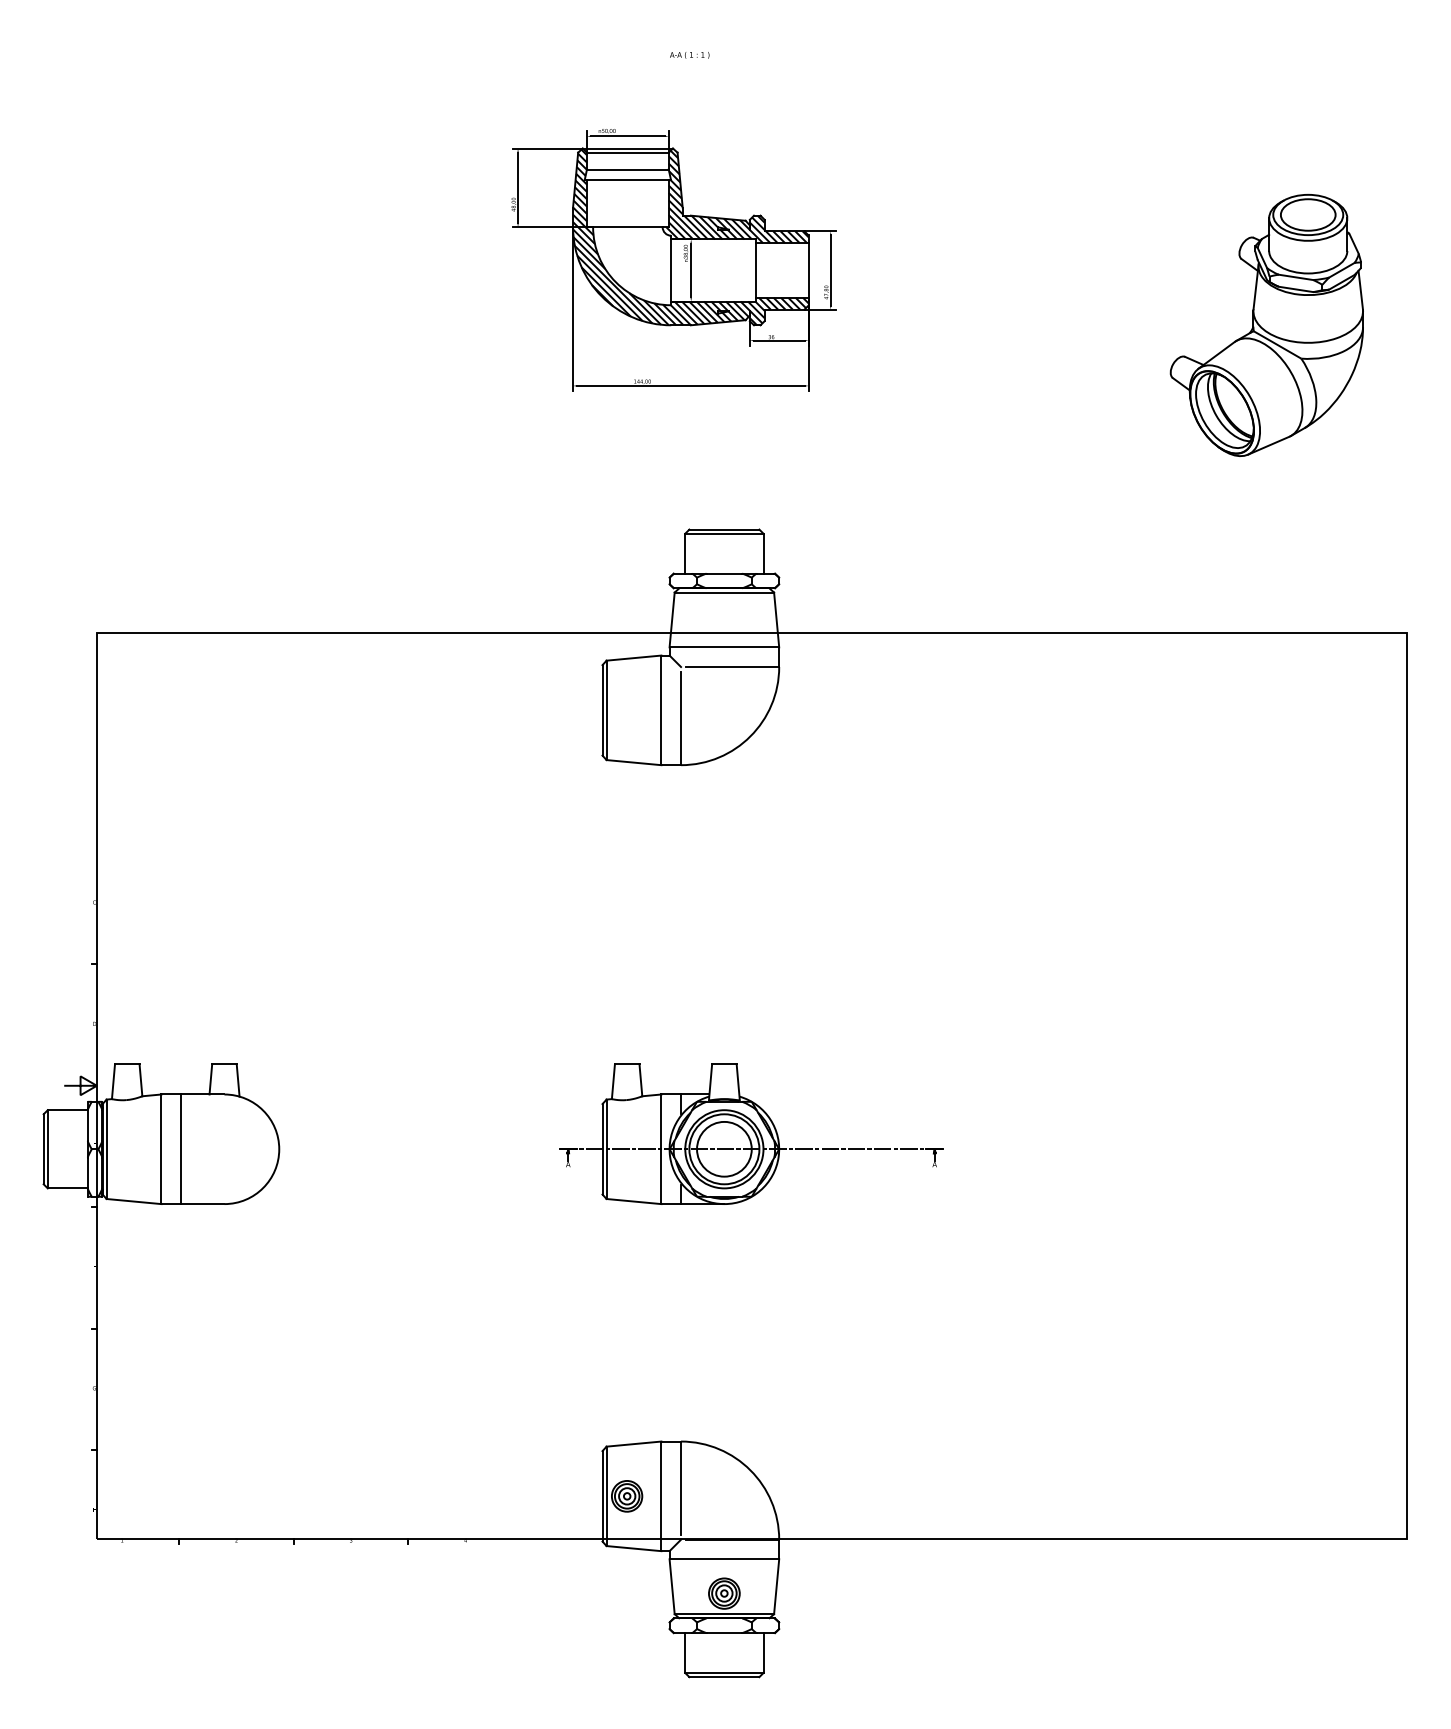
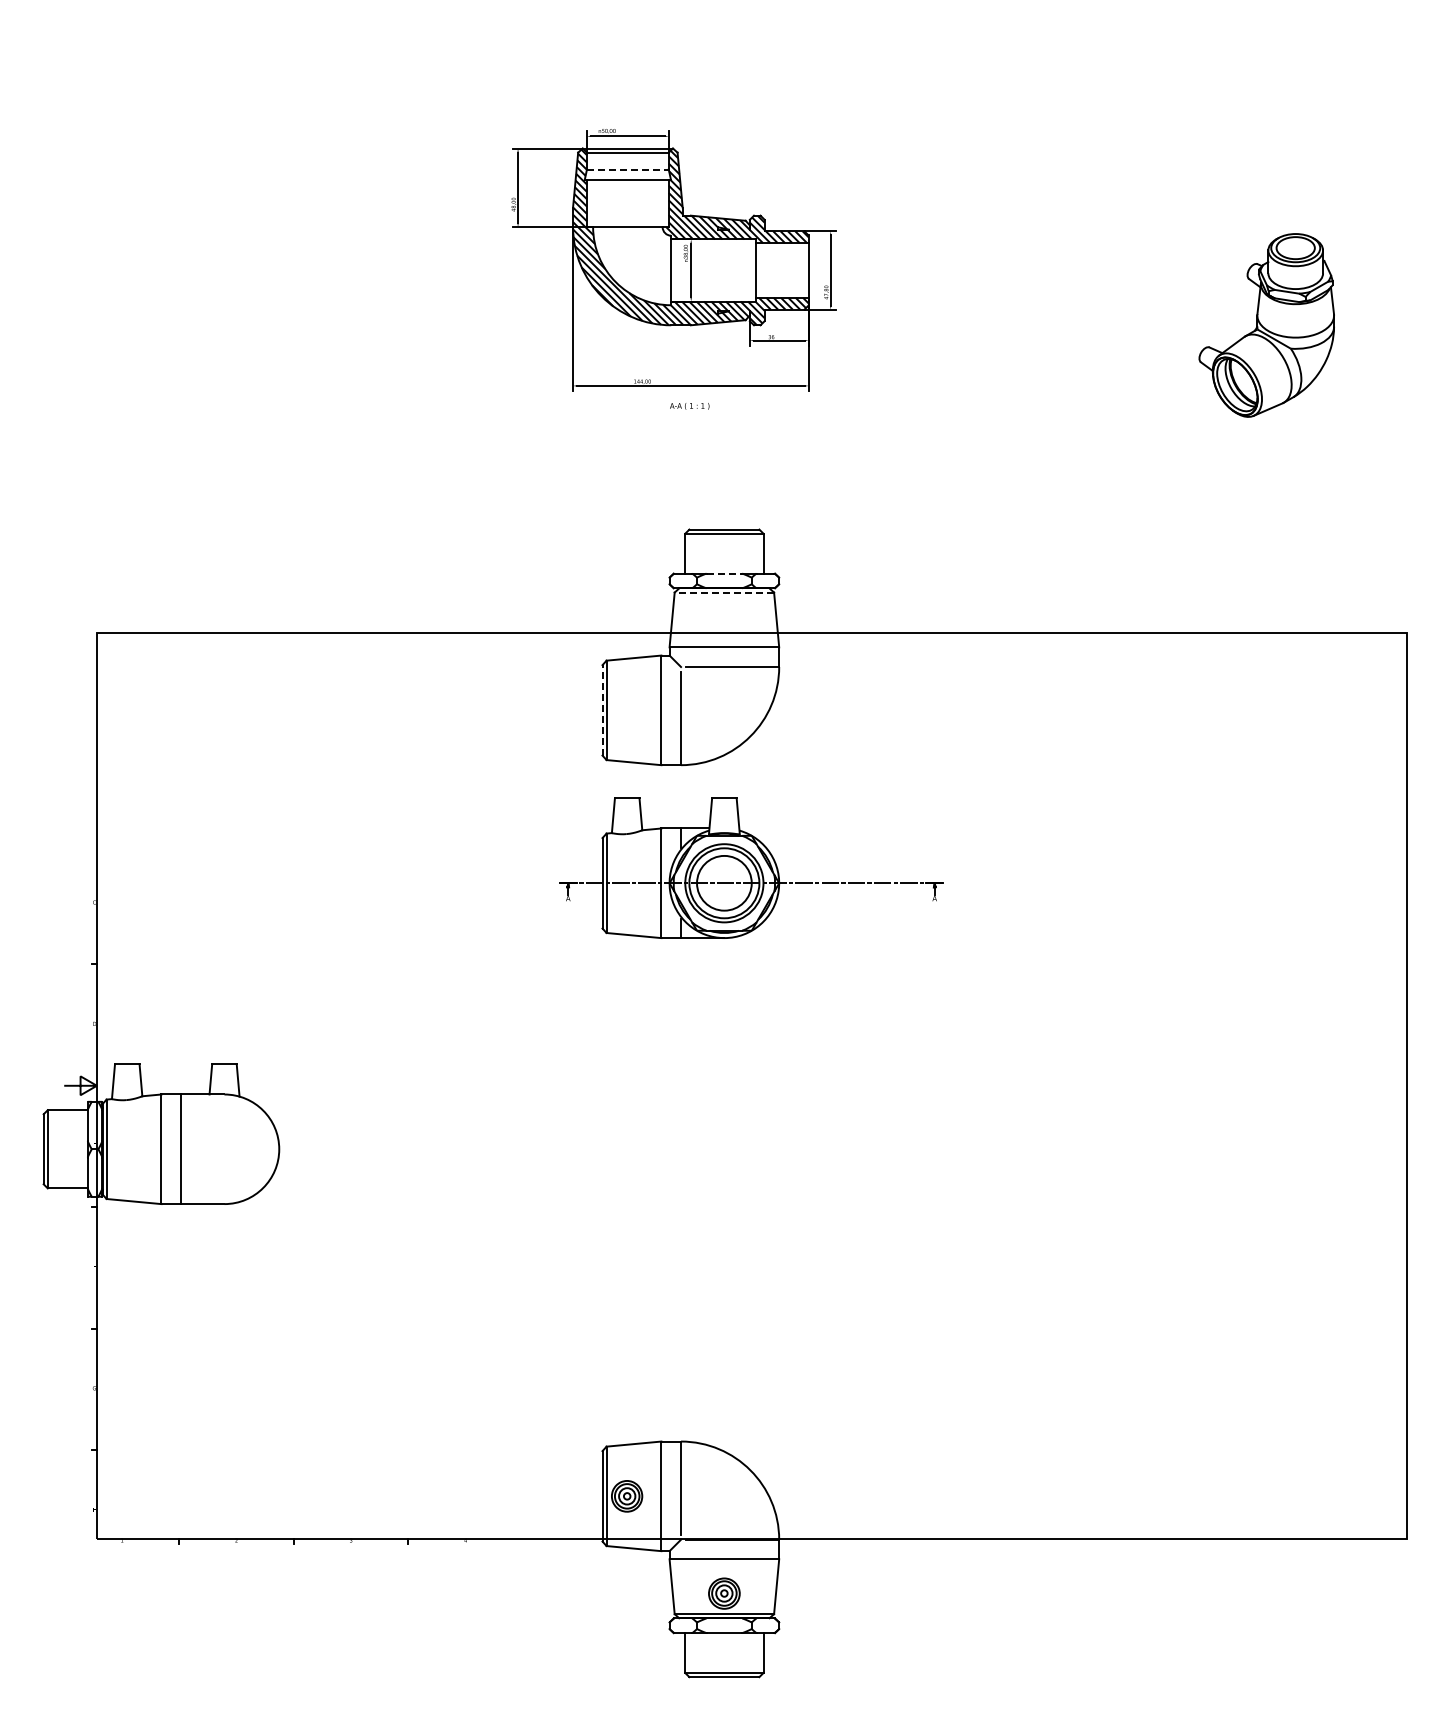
text at (689, 55) position: (689, 55) -> (689, 406)
line at (627, 169): solid -> dashed
part at (1266, 325) size: 195x263 px -> 137x185 px
line at (724, 573): solid -> dashed
line at (724, 592): solid -> dashed
line at (602, 709): solid -> dashed
part at (751, 1133) position: (751, 1133) -> (751, 867)
